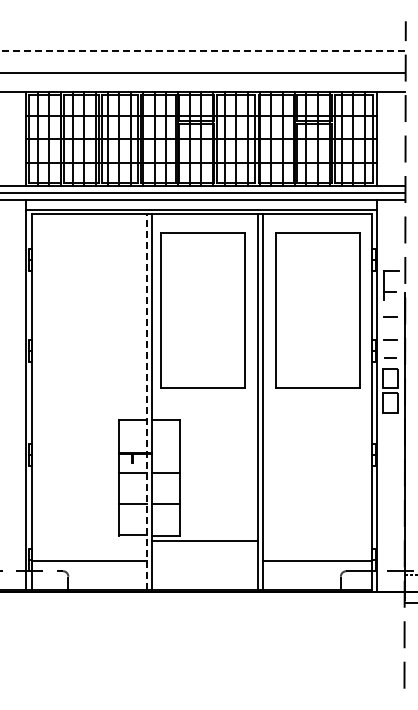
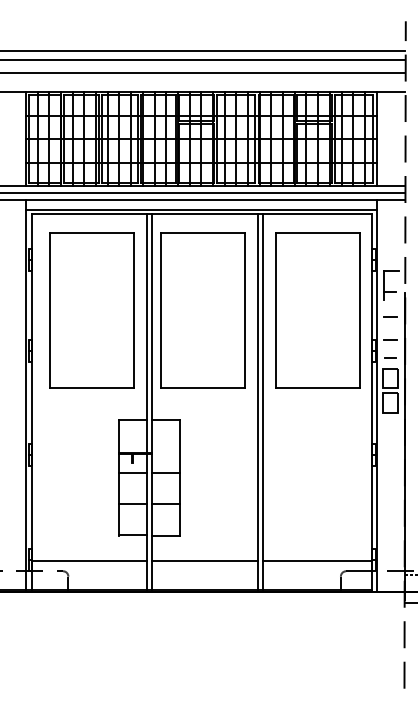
line at (201, 50): dashed -> solid
line at (203, 60): none -> present
part at (91, 310): none -> present
line at (146, 401): dashed -> solid
line at (204, 541) position: (204, 541) -> (204, 561)
